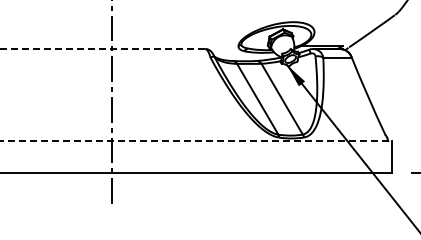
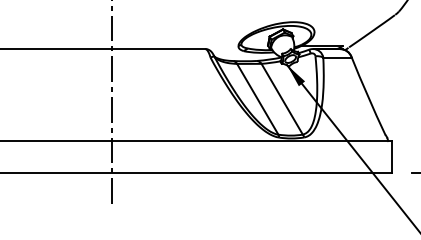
line at (102, 49): dashed -> solid
line at (196, 141): dashed -> solid
